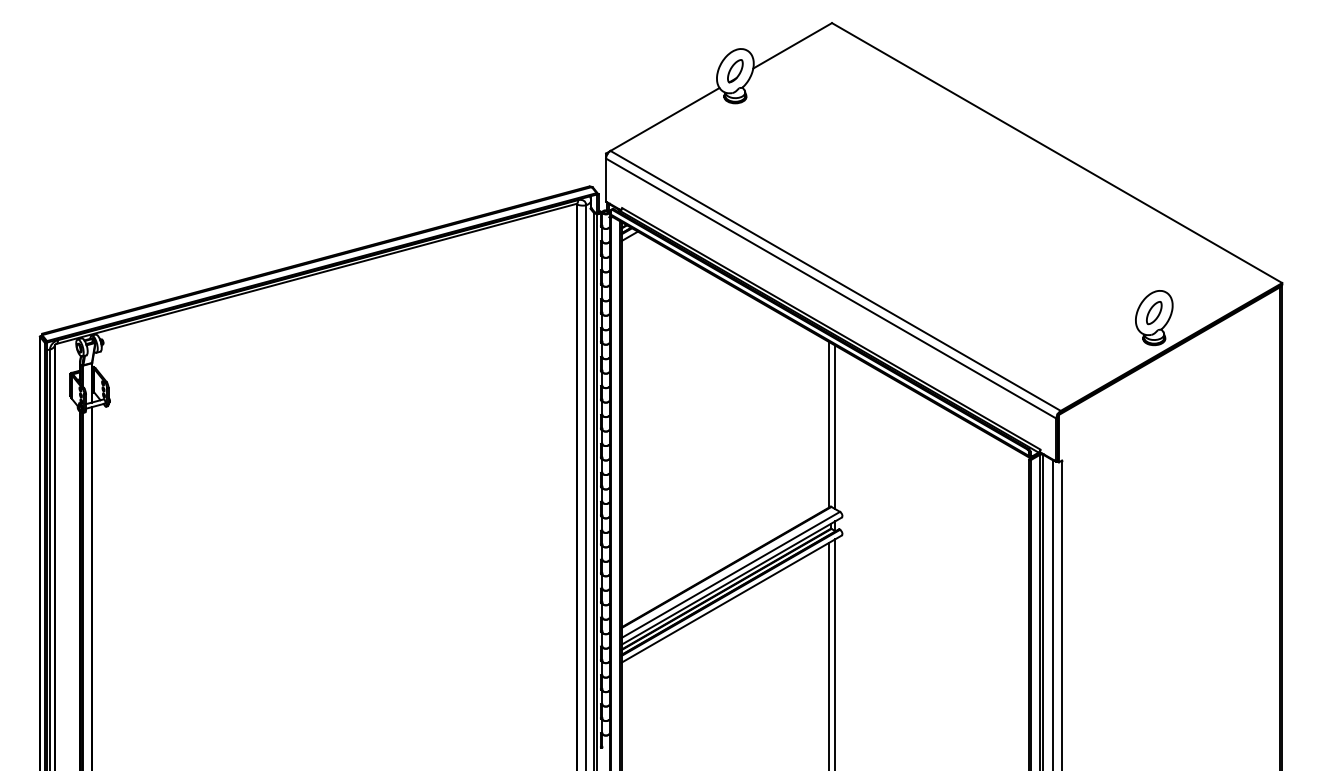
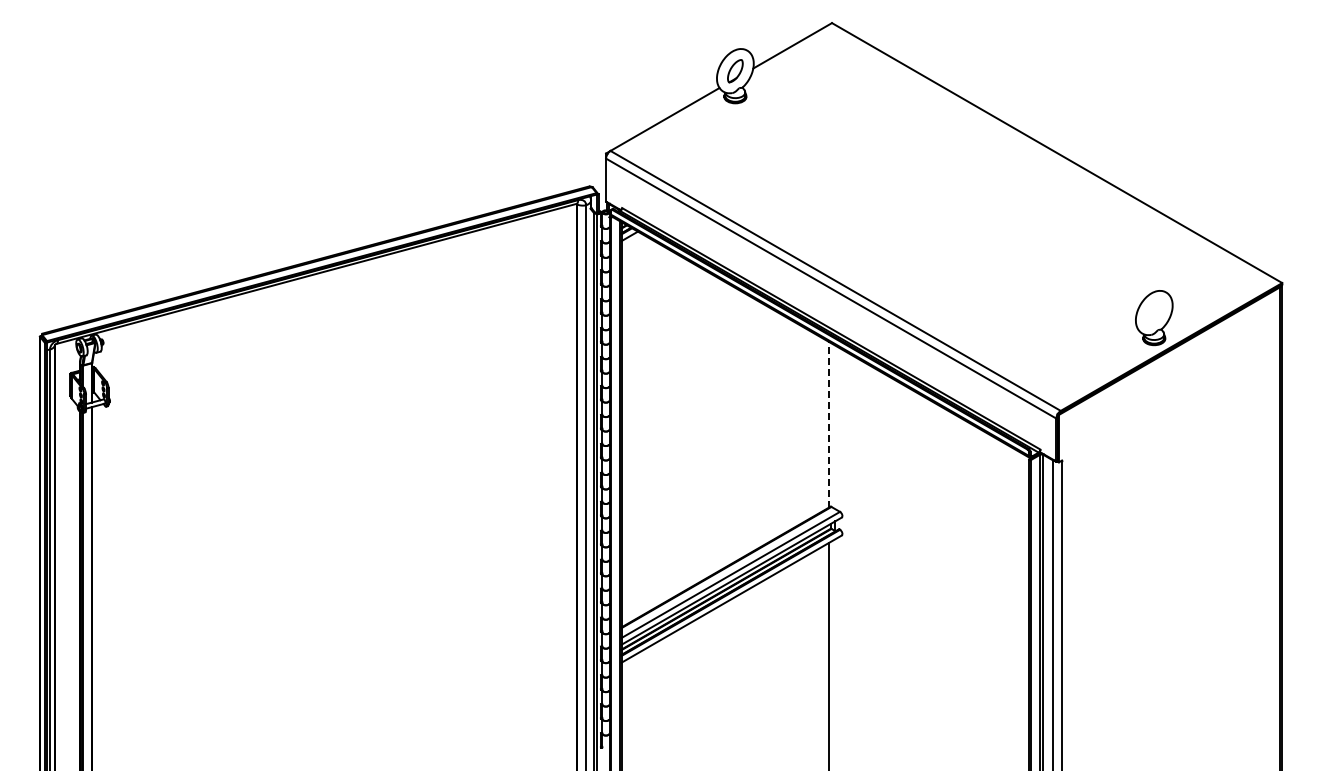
part at (1154, 313): present -> none
line at (828, 424): solid -> dashed
line at (835, 427): present -> none
line at (835, 653): present -> none
